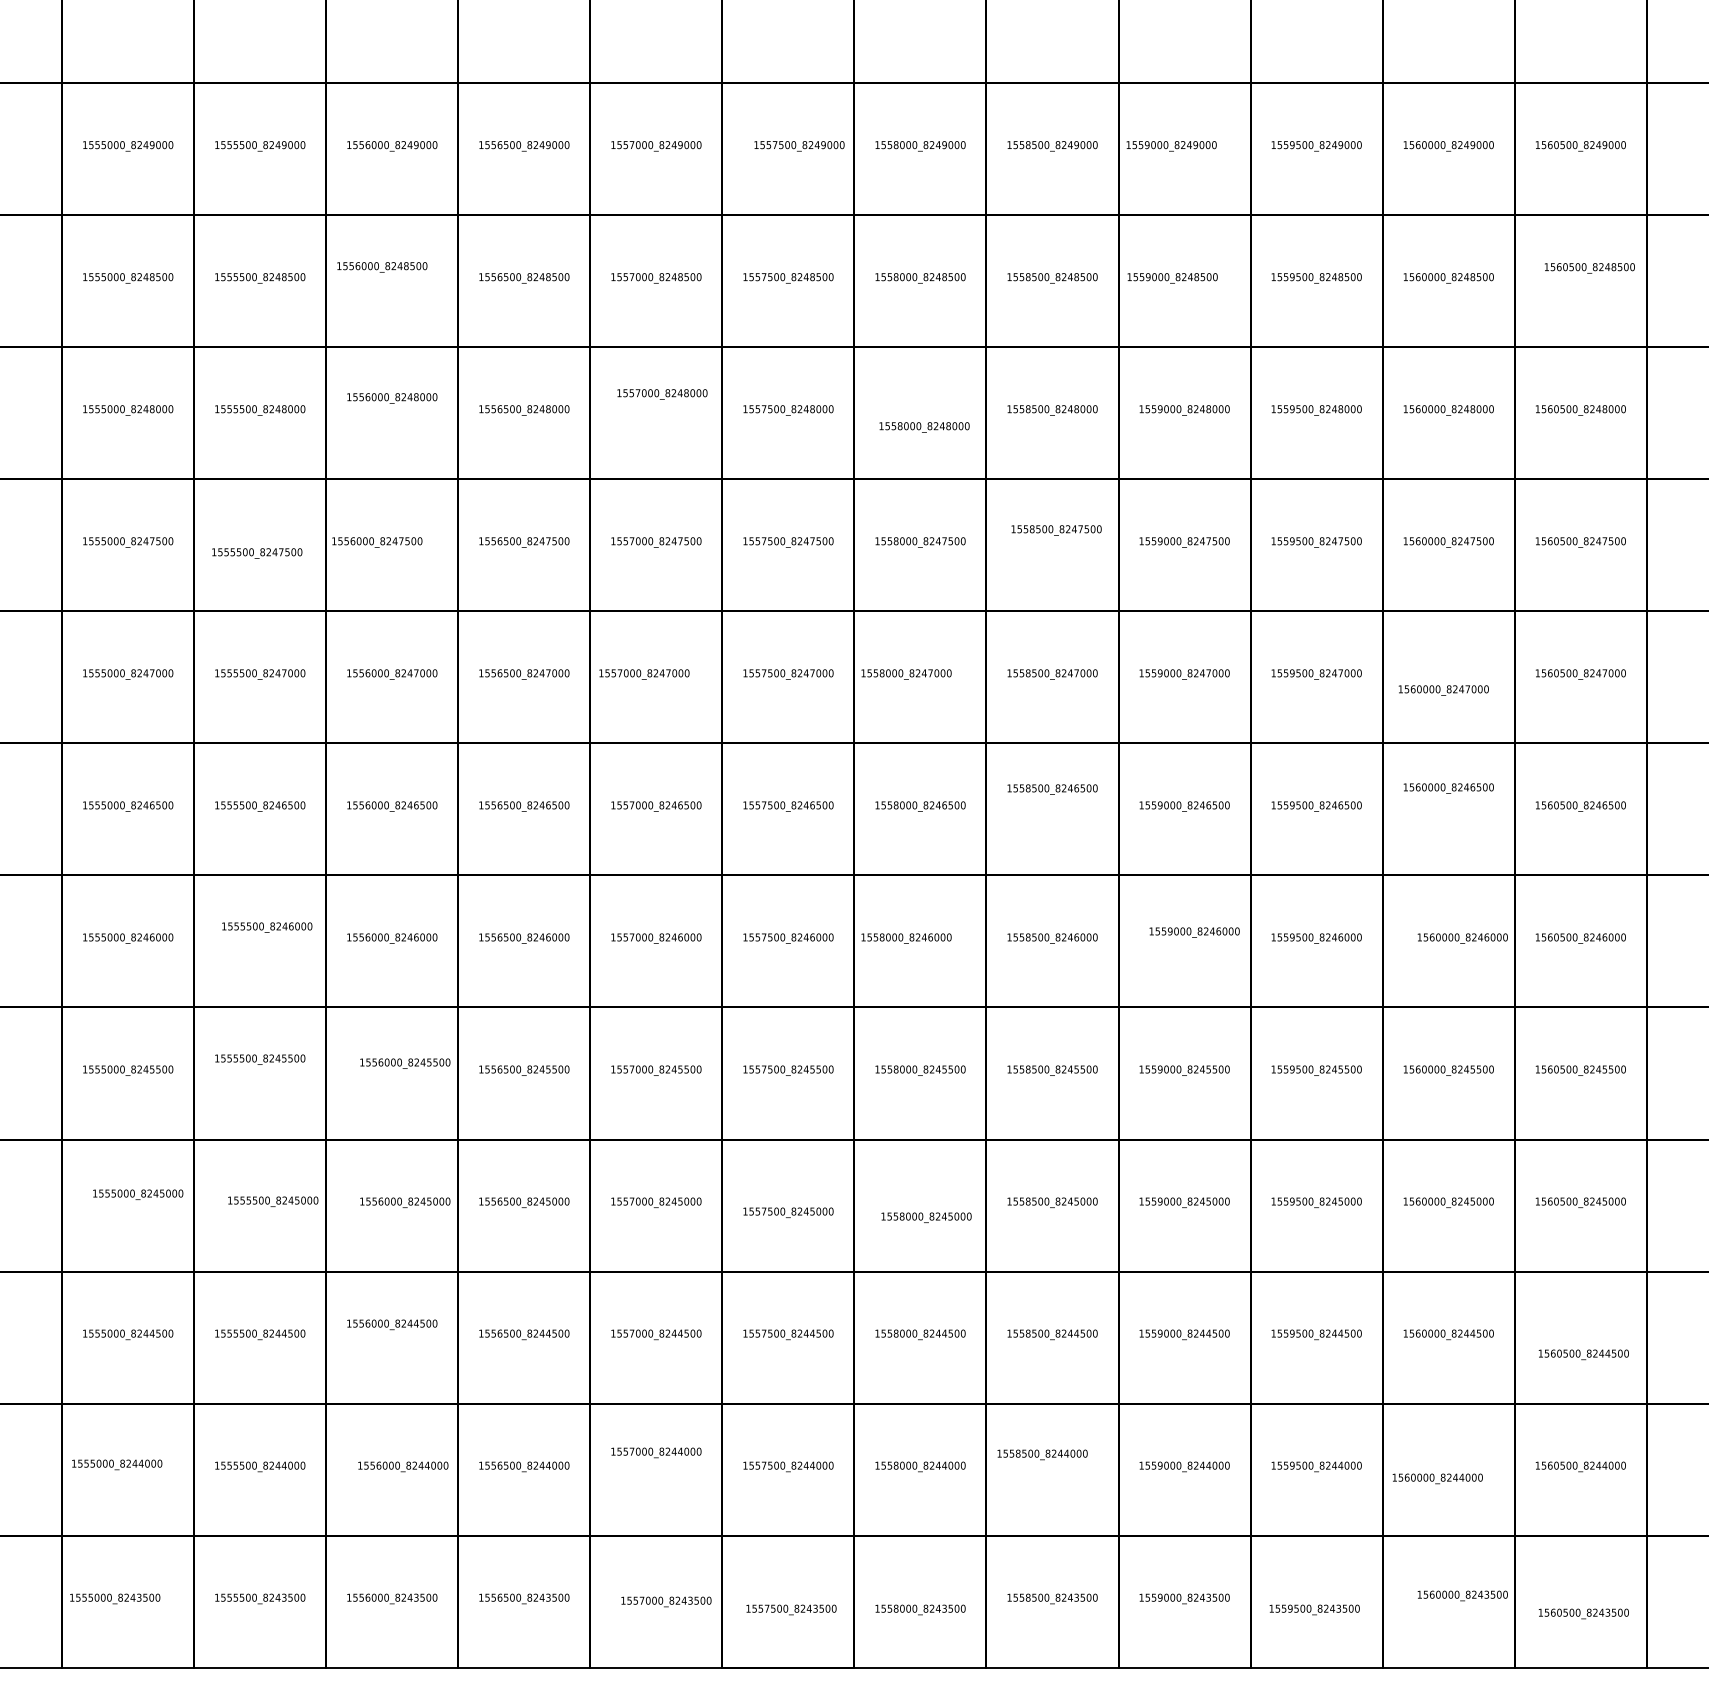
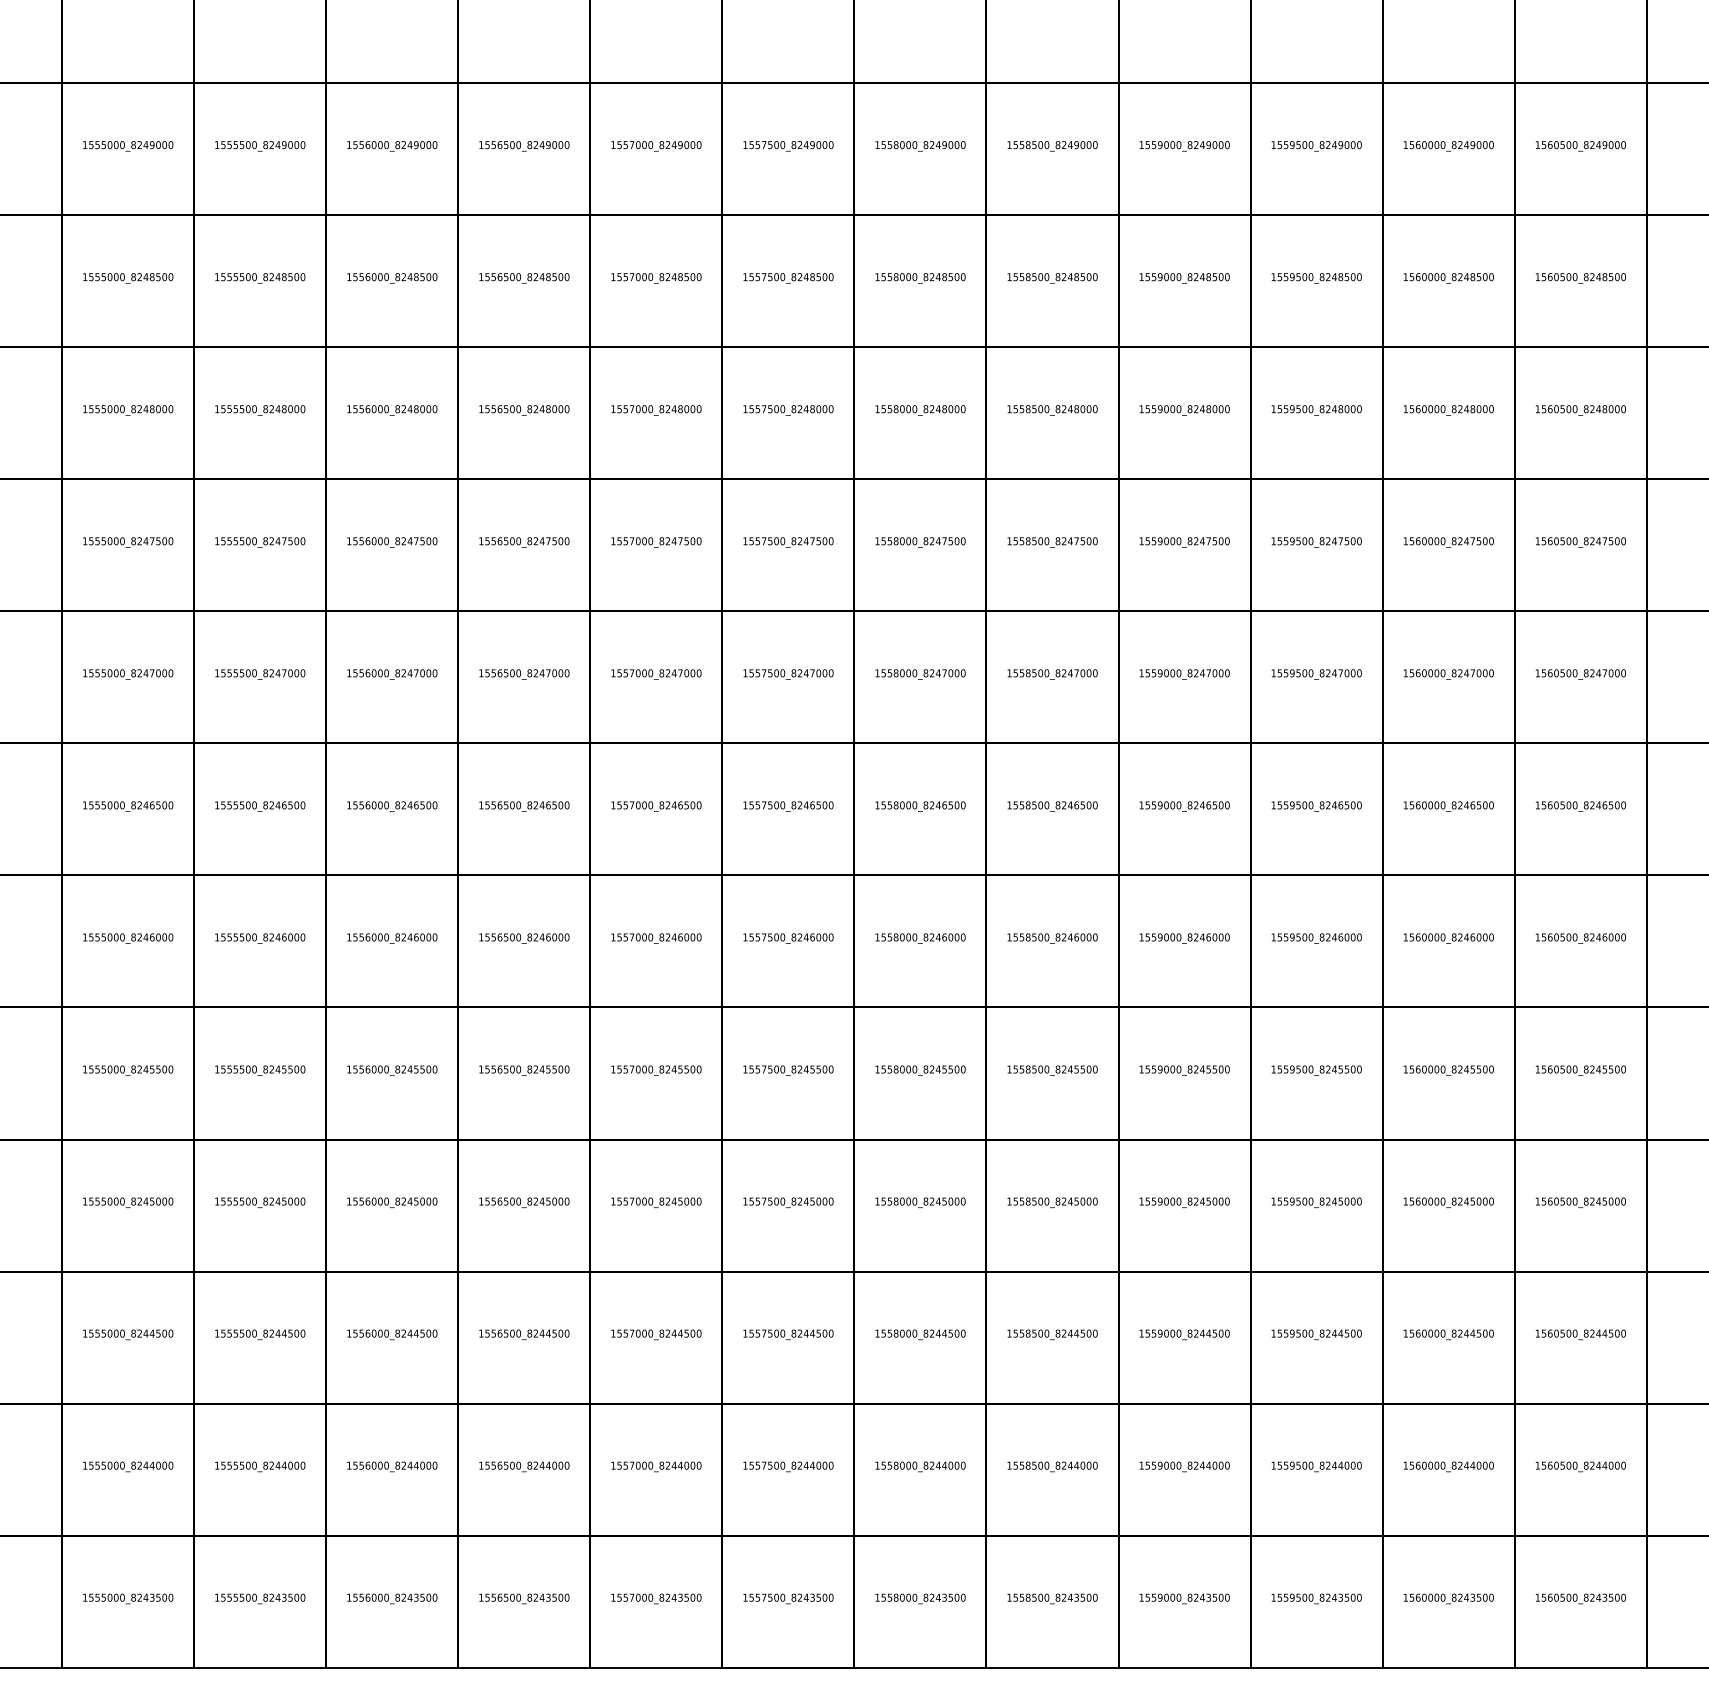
text at (799, 146) position: (799, 146) -> (788, 146)
text at (1171, 146) position: (1171, 146) -> (1184, 146)
text at (382, 267) position: (382, 267) -> (392, 278)
text at (1589, 268) position: (1589, 268) -> (1580, 278)
text at (1172, 278) position: (1172, 278) -> (1184, 278)
text at (662, 394) position: (662, 394) -> (656, 410)
text at (392, 398) position: (392, 398) -> (392, 410)
text at (924, 427) position: (924, 427) -> (920, 410)
text at (1056, 530) position: (1056, 530) -> (1052, 542)
text at (377, 542) position: (377, 542) -> (392, 542)
text at (257, 553) position: (257, 553) -> (260, 542)
text at (644, 674) position: (644, 674) -> (656, 674)
text at (906, 674) position: (906, 674) -> (920, 674)
text at (1443, 690) position: (1443, 690) -> (1448, 674)
text at (1448, 788) position: (1448, 788) -> (1448, 806)
text at (1052, 789) position: (1052, 789) -> (1052, 806)
text at (267, 927) position: (267, 927) -> (260, 938)
text at (1194, 932) position: (1194, 932) -> (1184, 938)
text at (906, 938) position: (906, 938) -> (920, 938)
text at (1462, 938) position: (1462, 938) -> (1448, 938)
text at (260, 1059) position: (260, 1059) -> (260, 1070)
text at (405, 1063) position: (405, 1063) -> (392, 1070)
text at (138, 1194) position: (138, 1194) -> (128, 1202)
text at (273, 1201) position: (273, 1201) -> (260, 1202)
text at (405, 1202) position: (405, 1202) -> (392, 1202)
text at (788, 1212) position: (788, 1212) -> (788, 1202)
text at (926, 1217) position: (926, 1217) -> (920, 1202)
text at (392, 1324) position: (392, 1324) -> (392, 1334)
text at (1583, 1354) position: (1583, 1354) -> (1580, 1334)
text at (656, 1452) position: (656, 1452) -> (656, 1466)
text at (1042, 1454) position: (1042, 1454) -> (1052, 1466)
text at (117, 1464) position: (117, 1464) -> (128, 1466)
text at (403, 1466) position: (403, 1466) -> (392, 1466)
text at (1437, 1478) position: (1437, 1478) -> (1448, 1466)
text at (1462, 1595) position: (1462, 1595) -> (1448, 1598)
text at (115, 1598) position: (115, 1598) -> (128, 1598)
text at (666, 1601) position: (666, 1601) -> (656, 1598)
text at (791, 1609) position: (791, 1609) -> (788, 1598)
text at (920, 1609) position: (920, 1609) -> (920, 1598)
text at (1314, 1609) position: (1314, 1609) -> (1316, 1598)
text at (1583, 1613) position: (1583, 1613) -> (1580, 1598)
